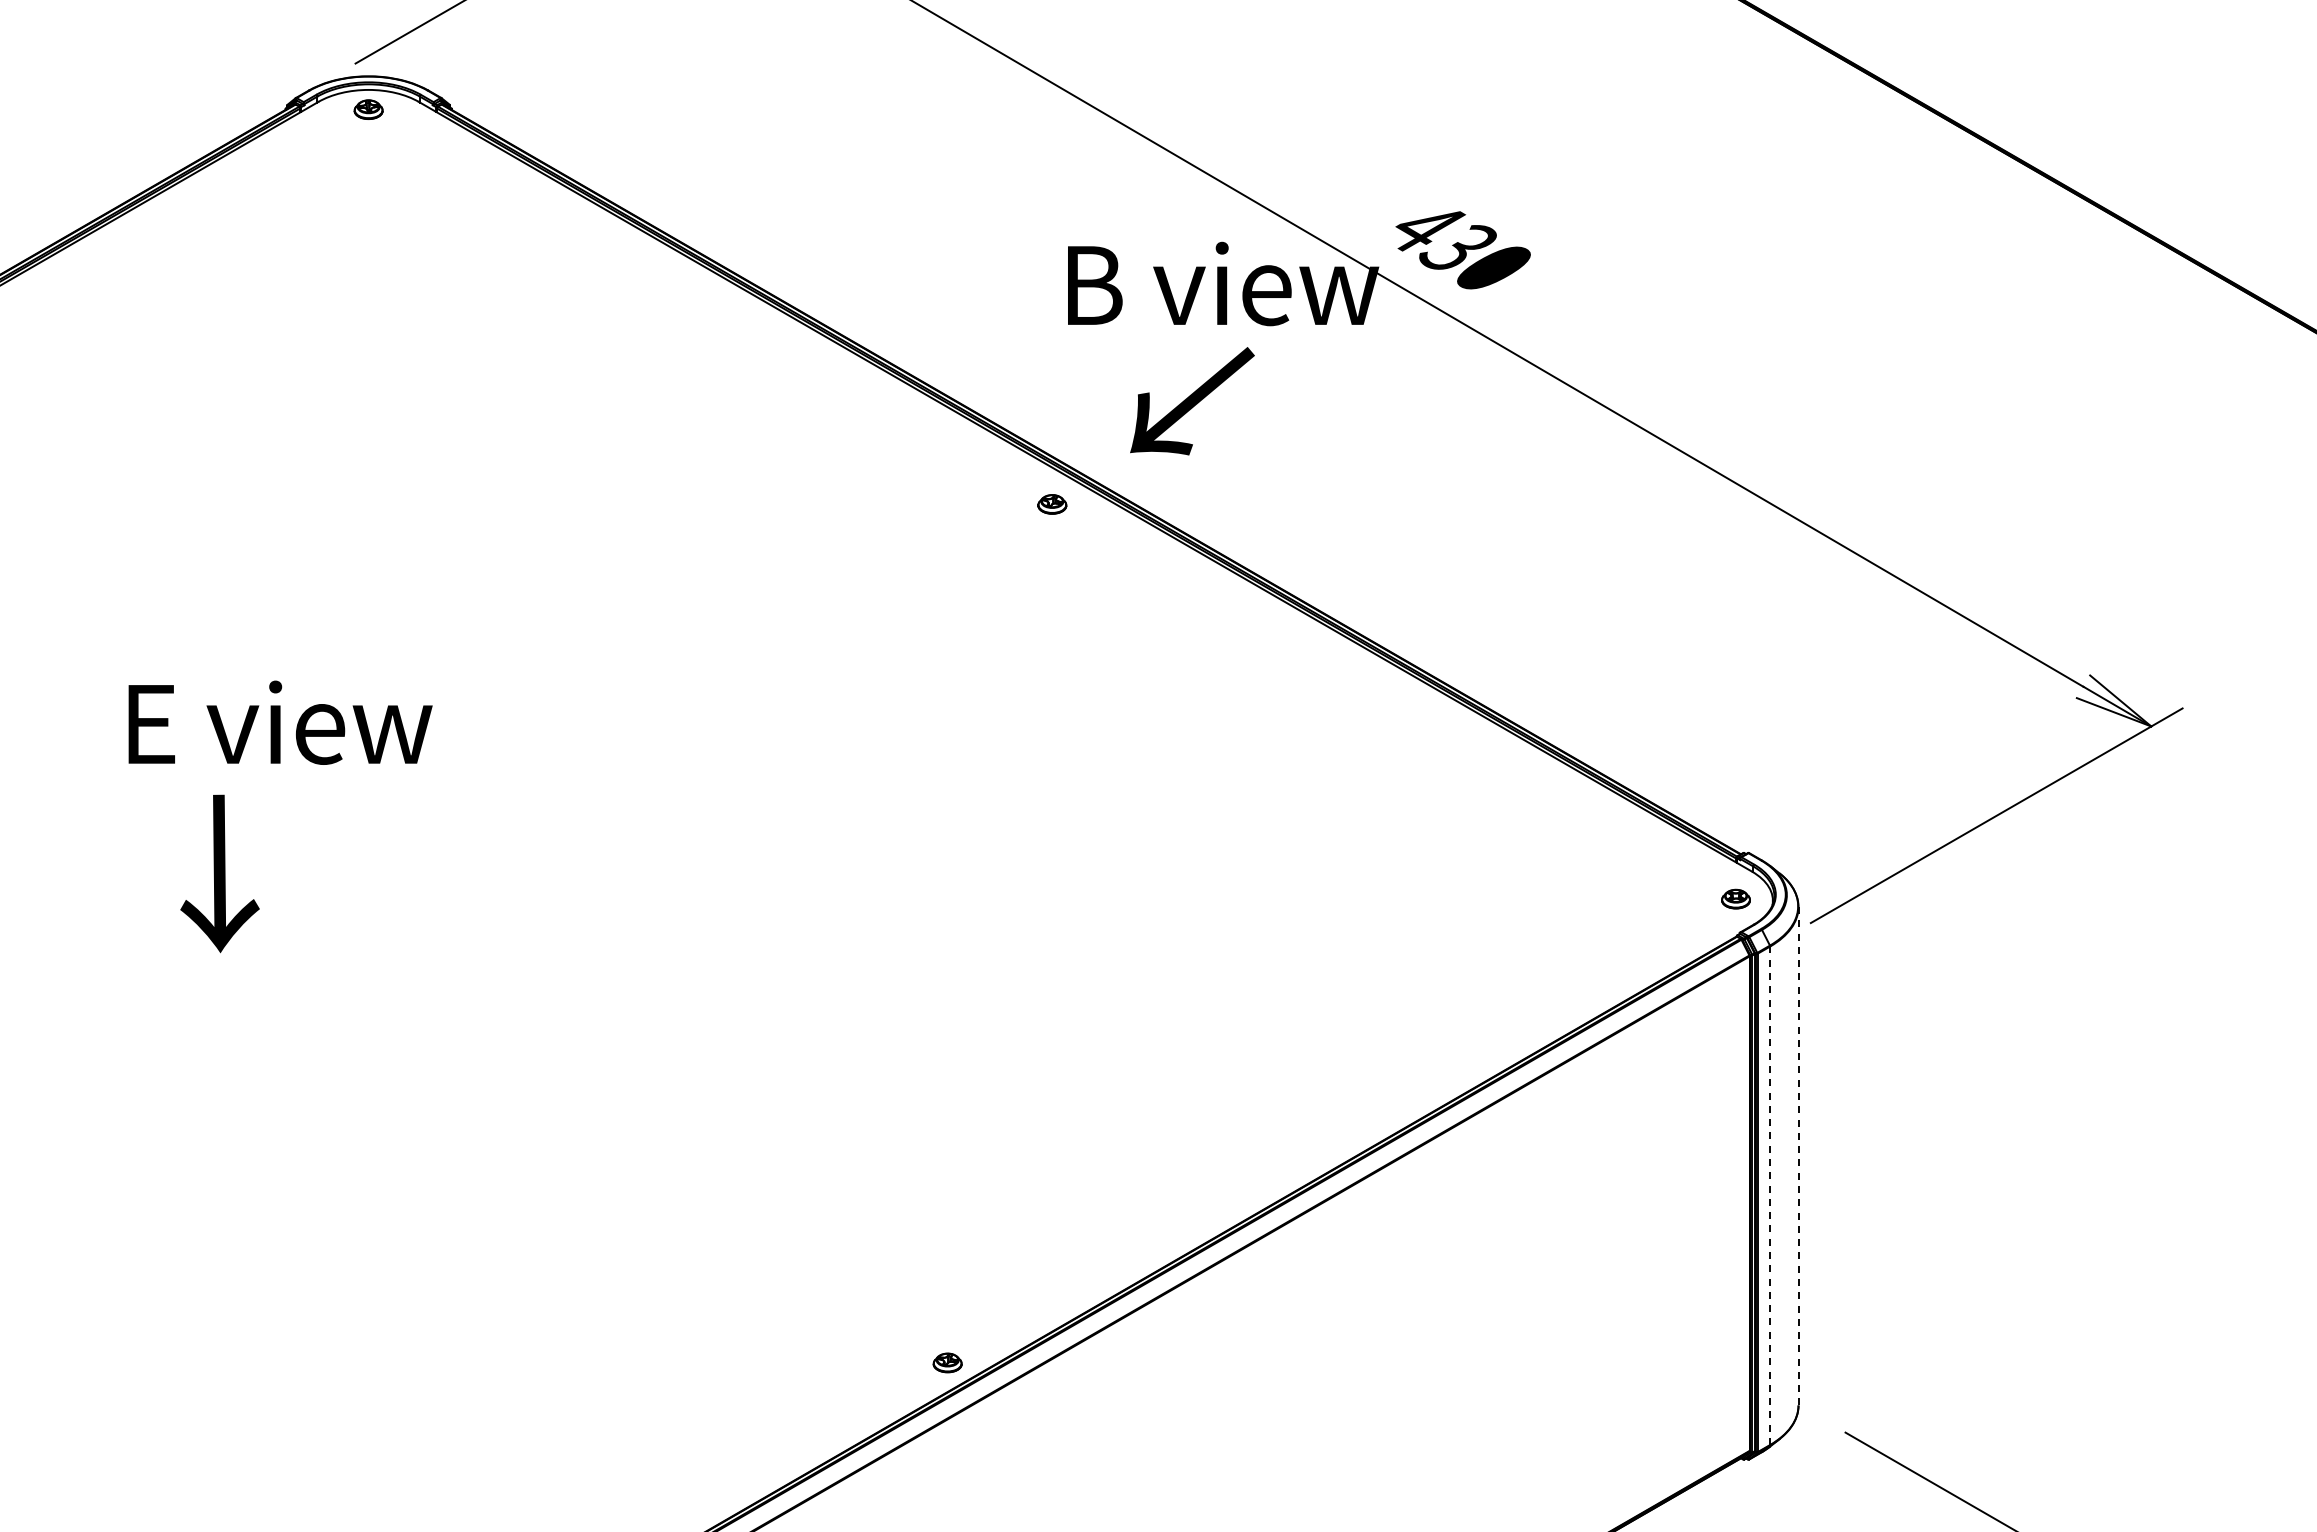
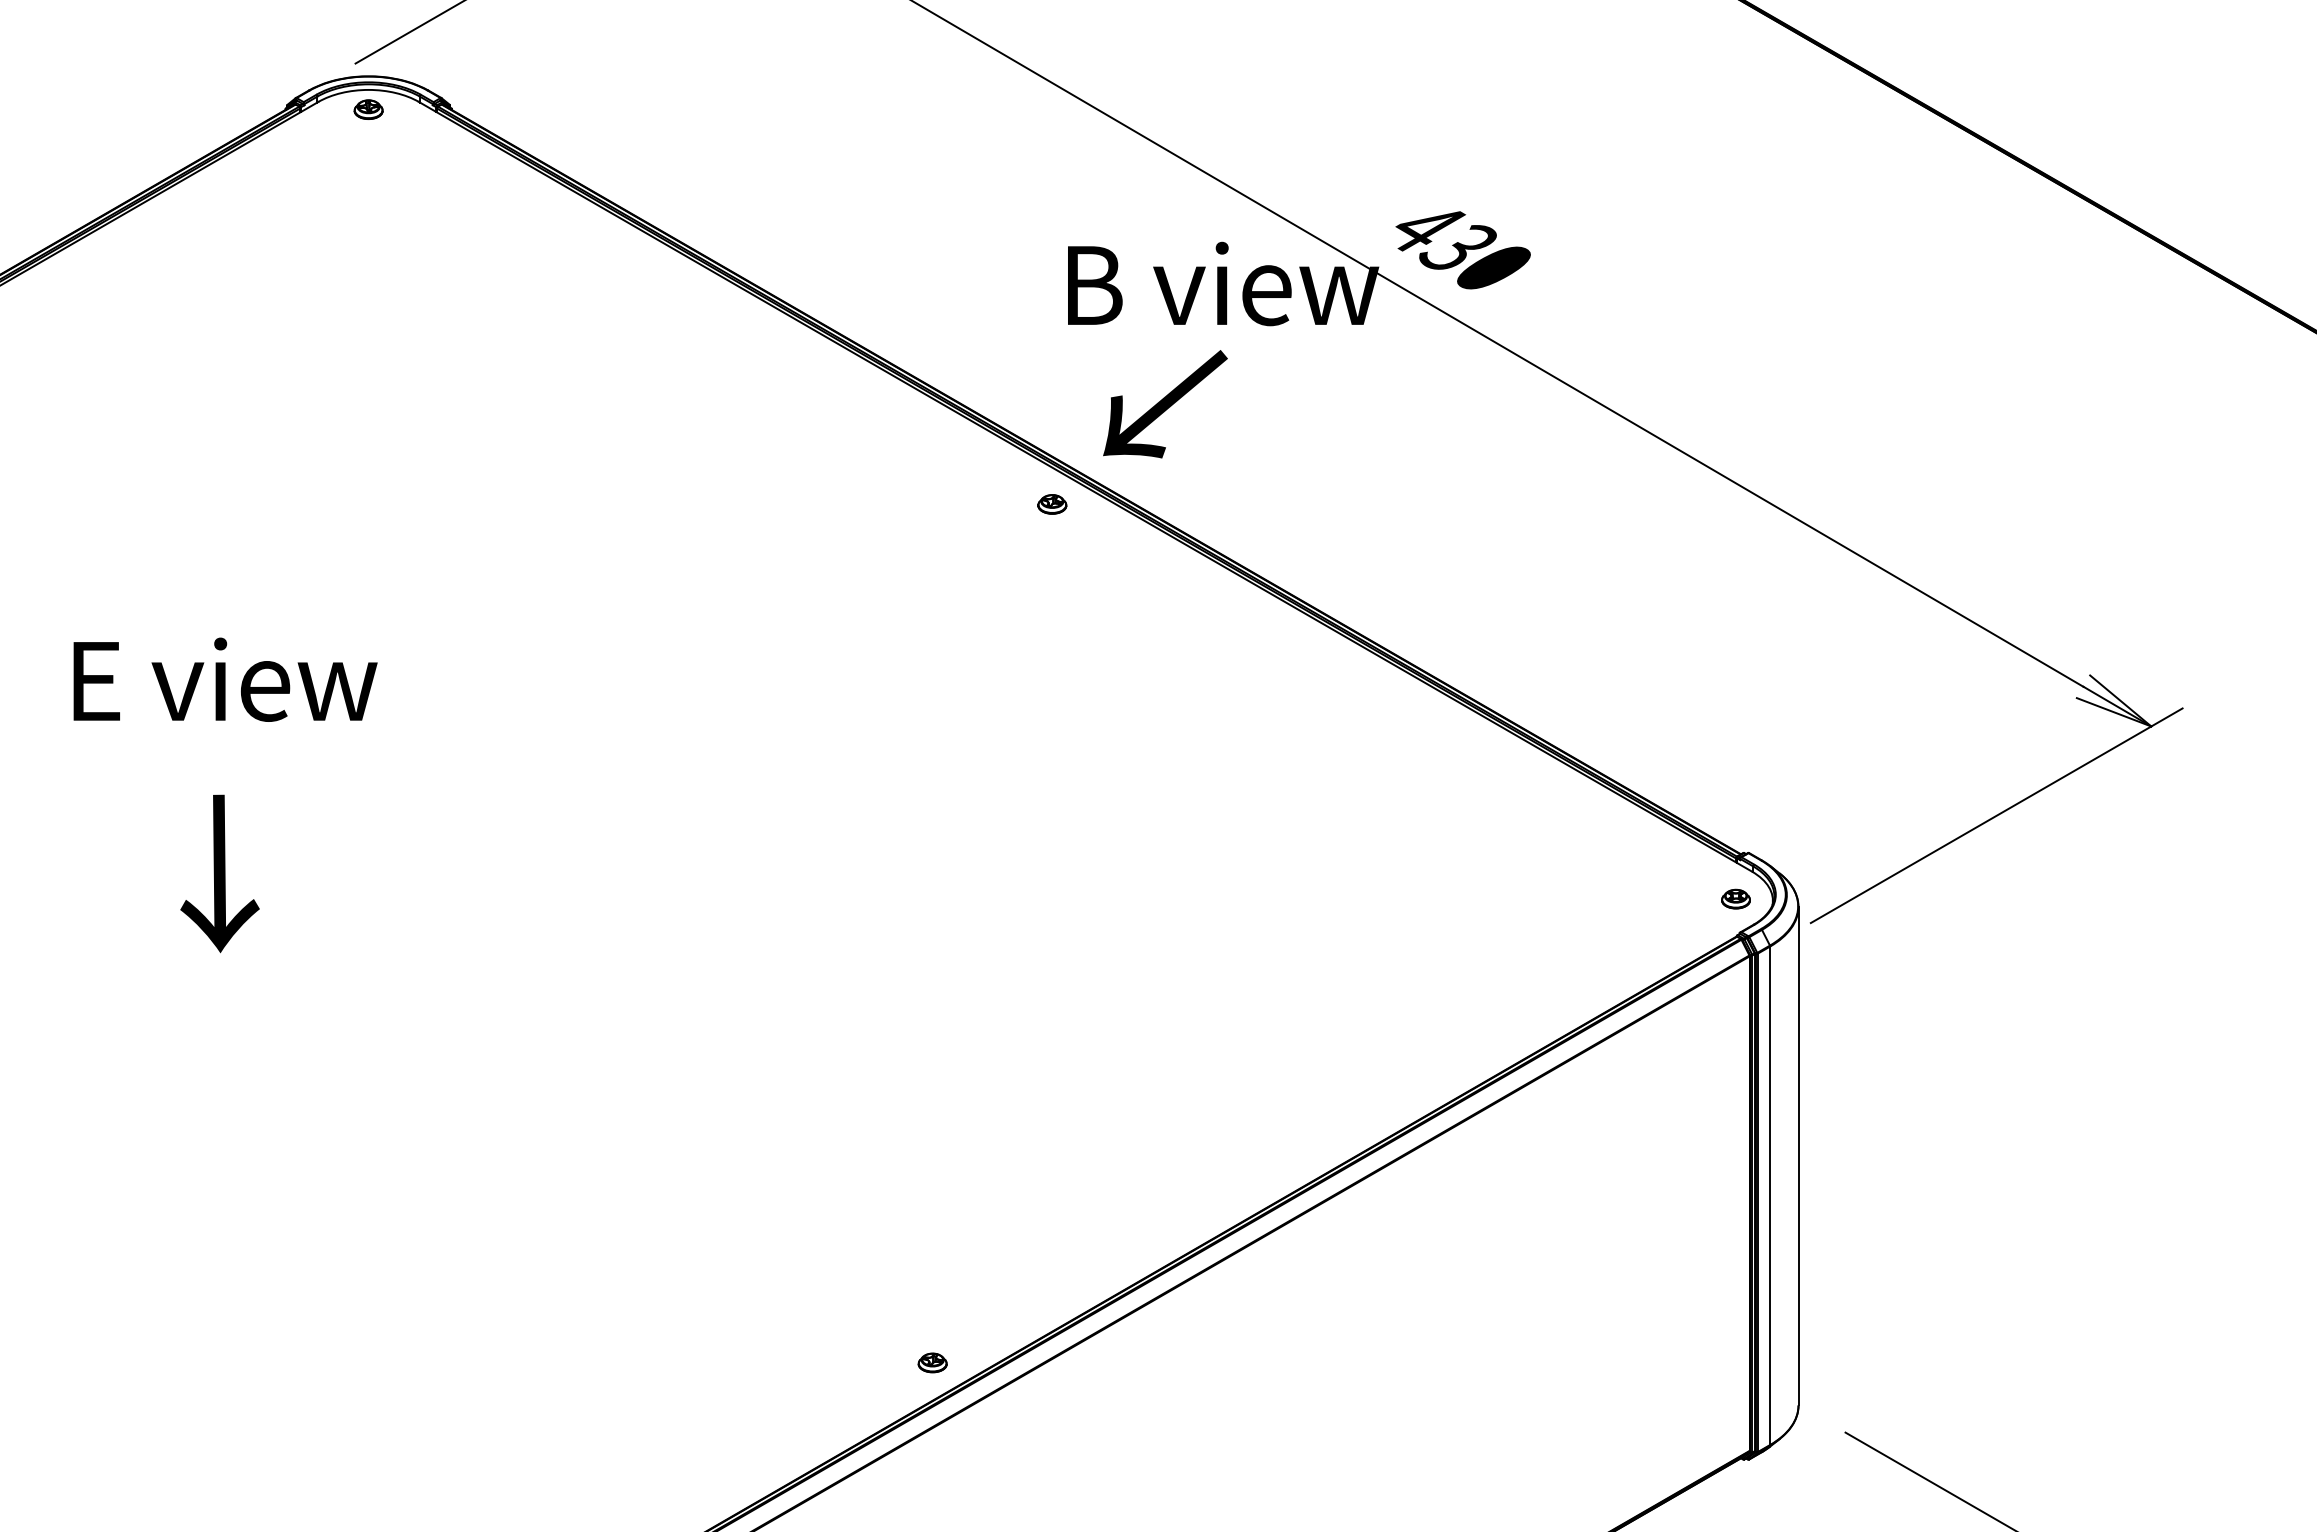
text at (1192, 401) position: (1192, 401) -> (1165, 404)
text at (280, 722) position: (280, 722) -> (225, 679)
line at (1798, 1155): dashed -> solid
line at (1770, 1196): dashed -> solid
part at (947, 1362) position: (947, 1362) -> (932, 1362)
